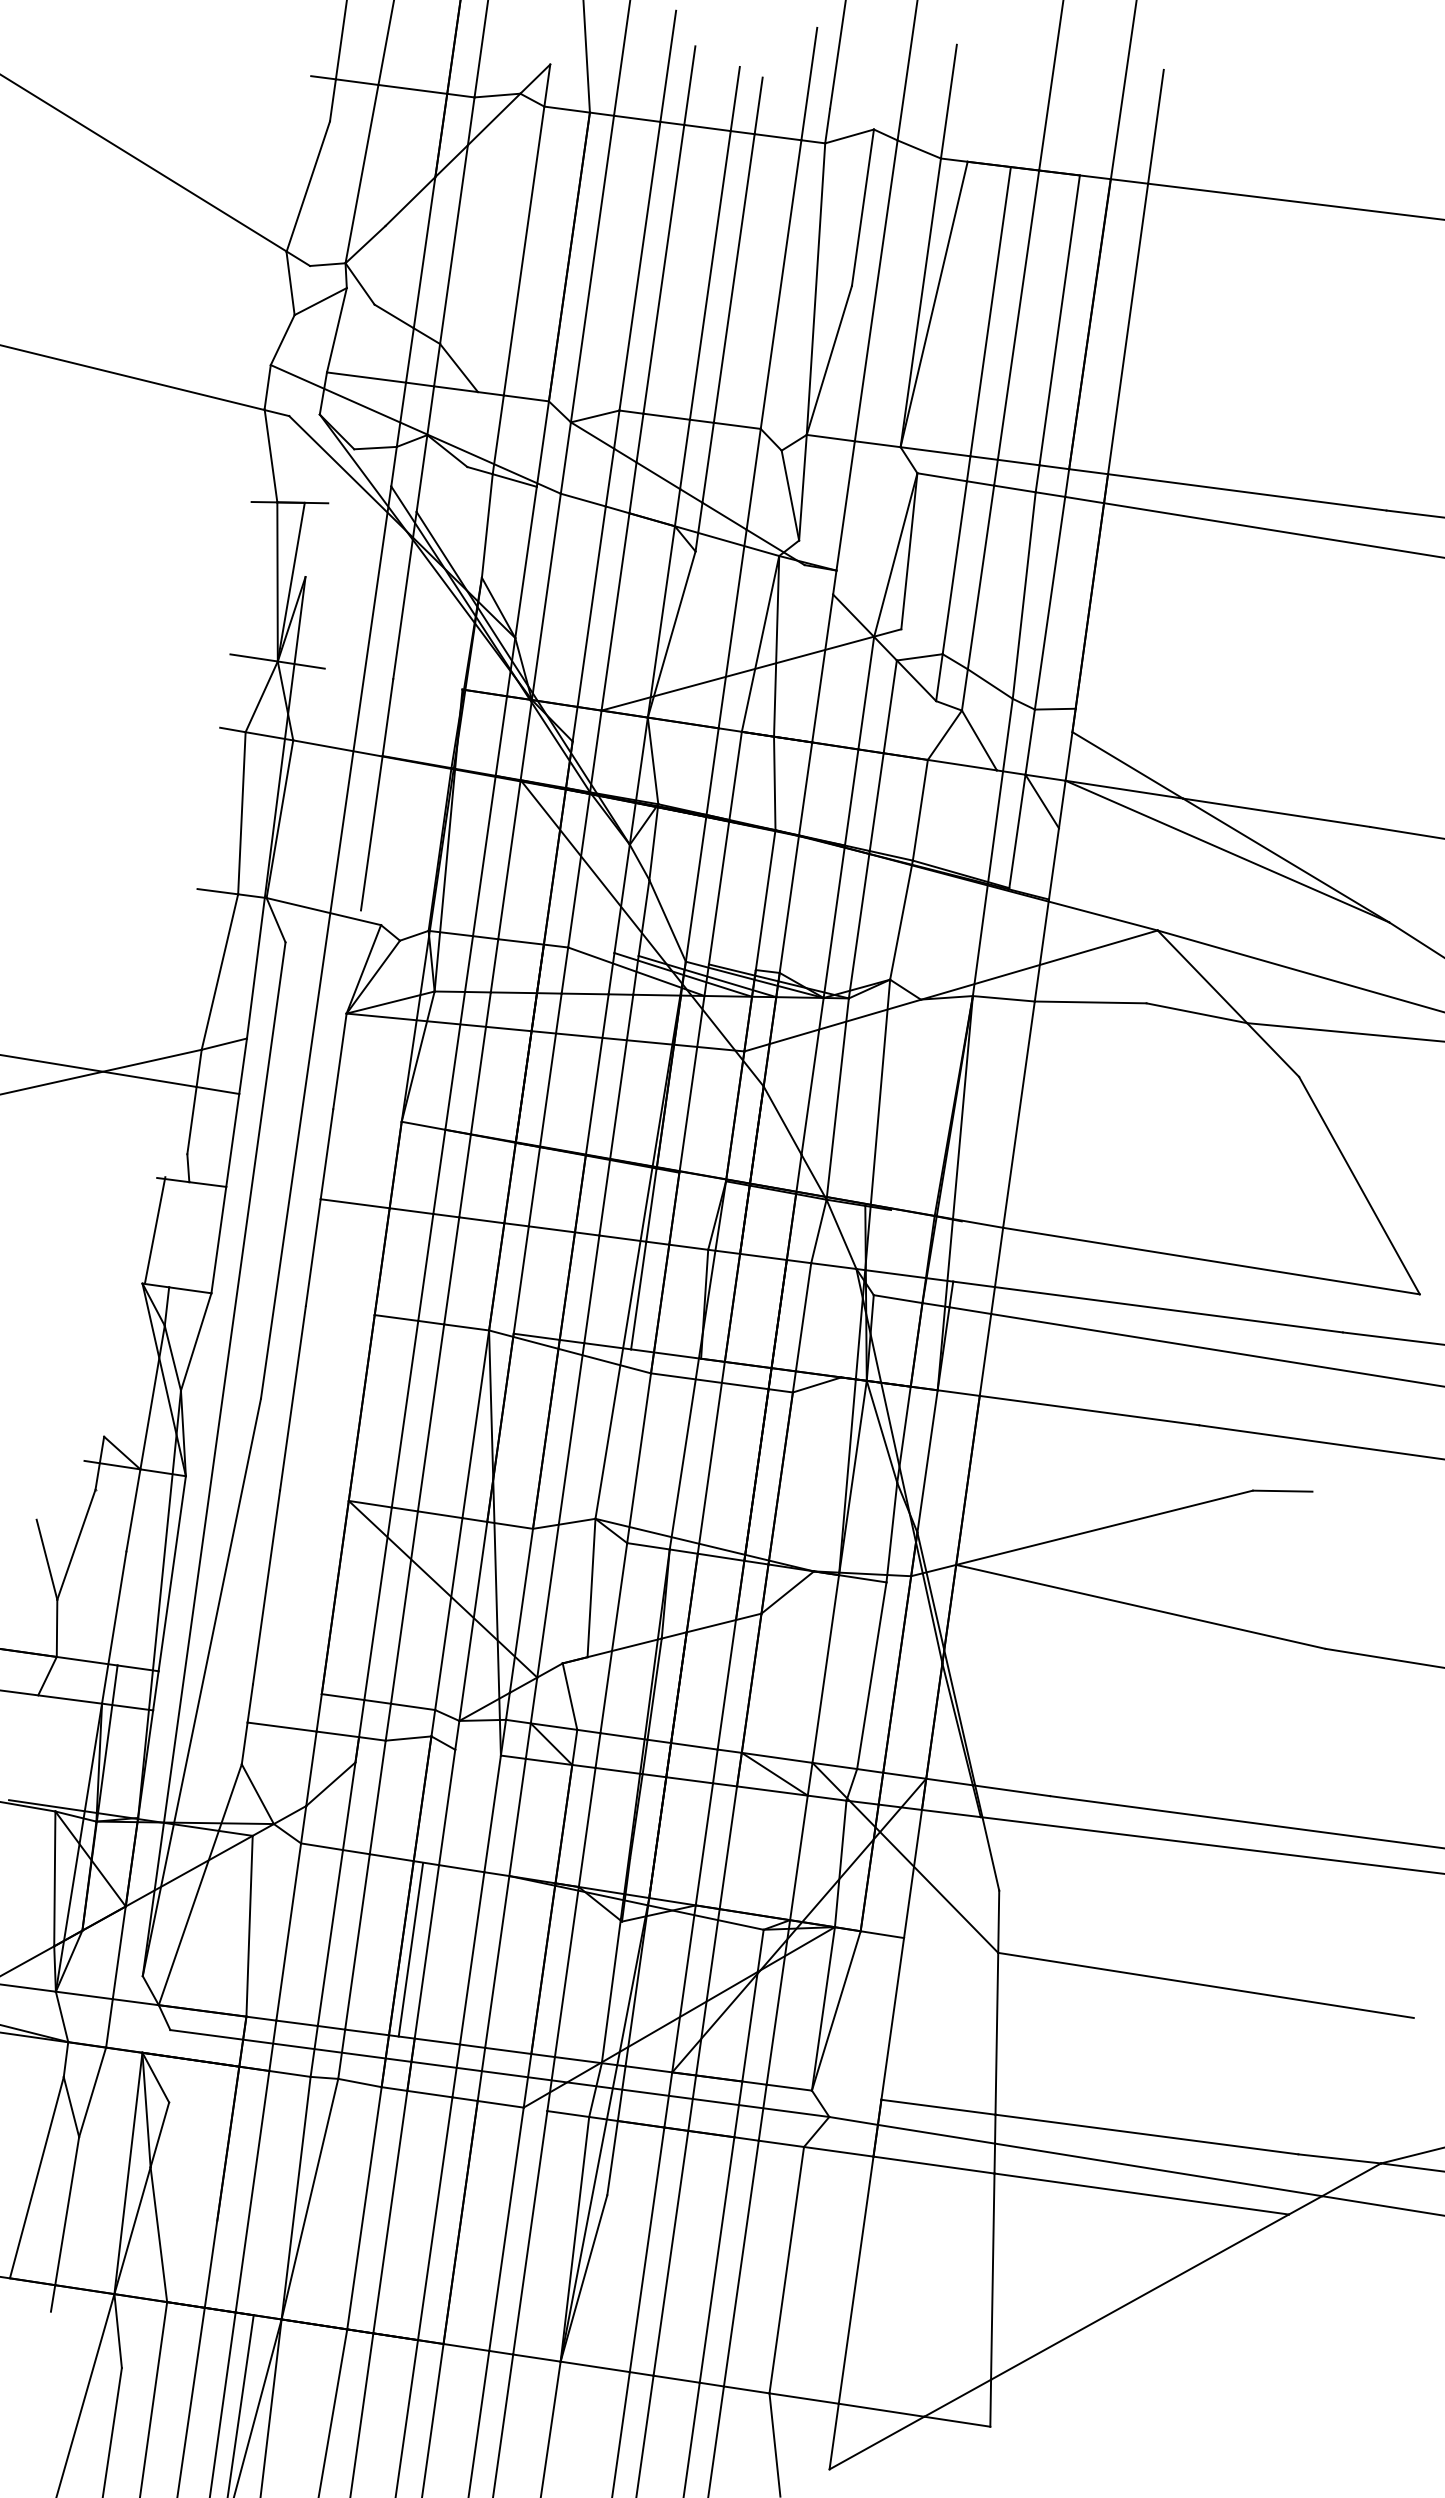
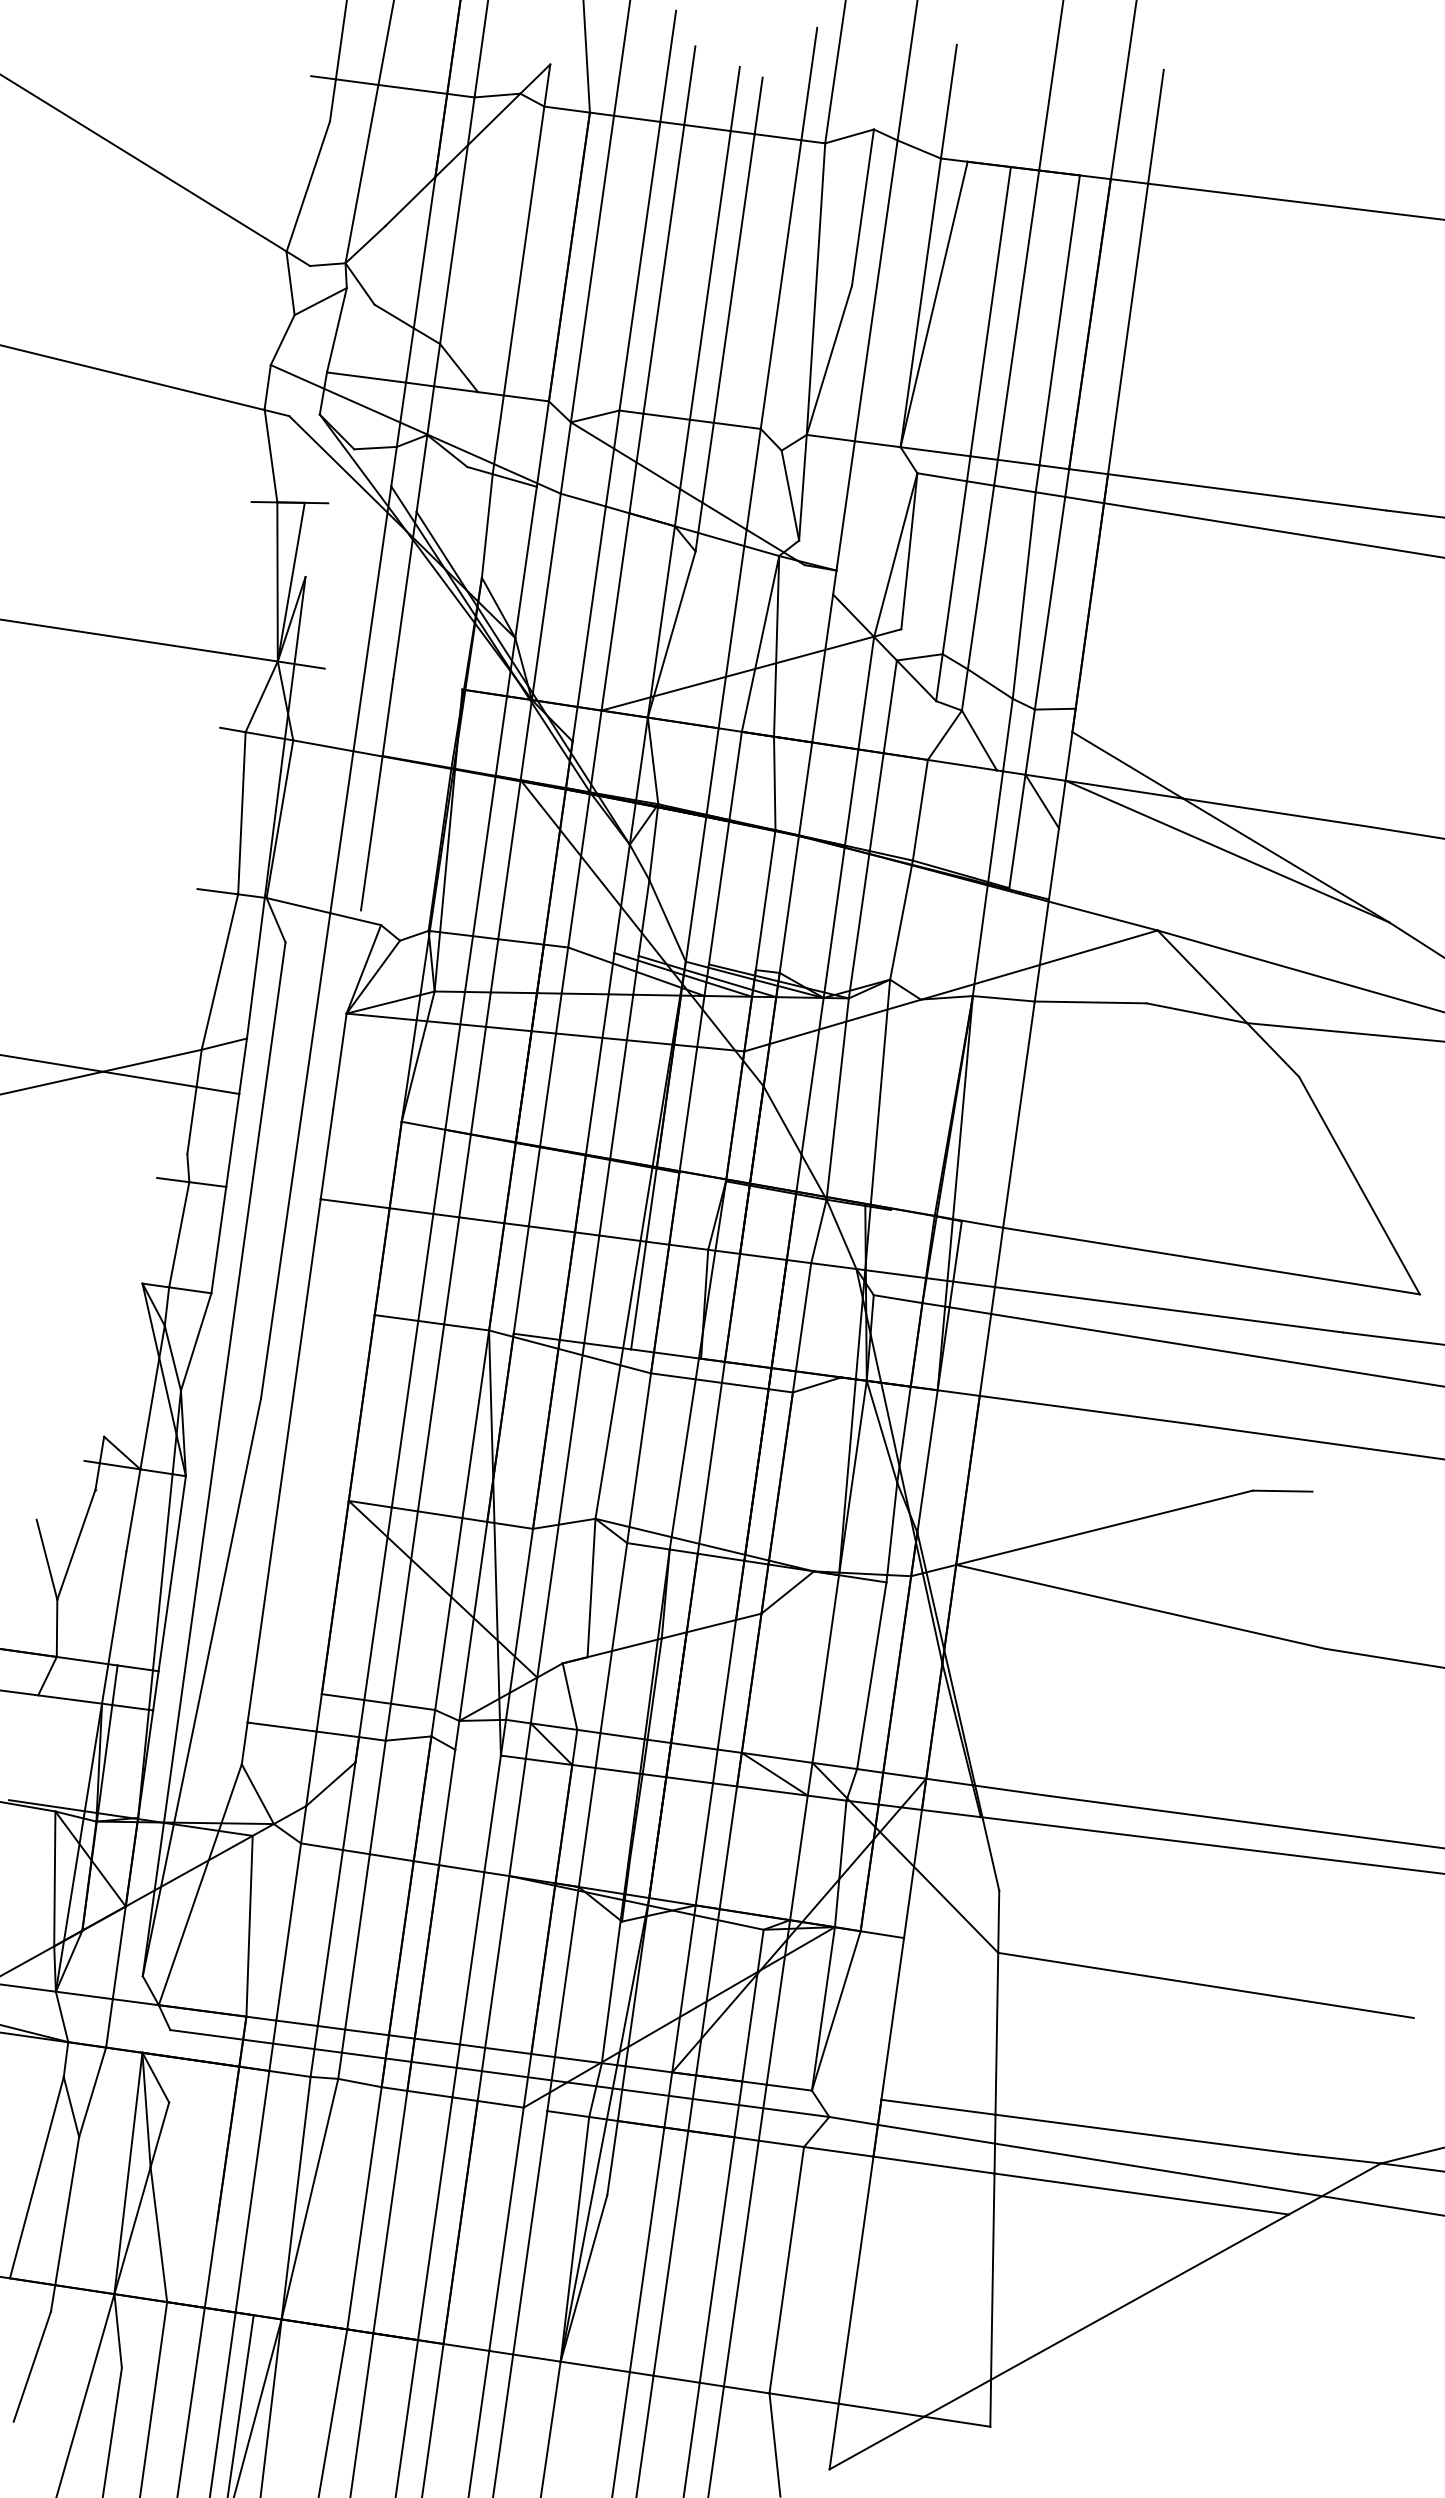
line at (116, 636): none -> present
line at (155, 1229) position: (155, 1229) -> (179, 1234)
line at (957, 1251): none -> present
line at (410, 1949) position: (410, 1949) -> (426, 1951)
line at (31, 2366): none -> present
